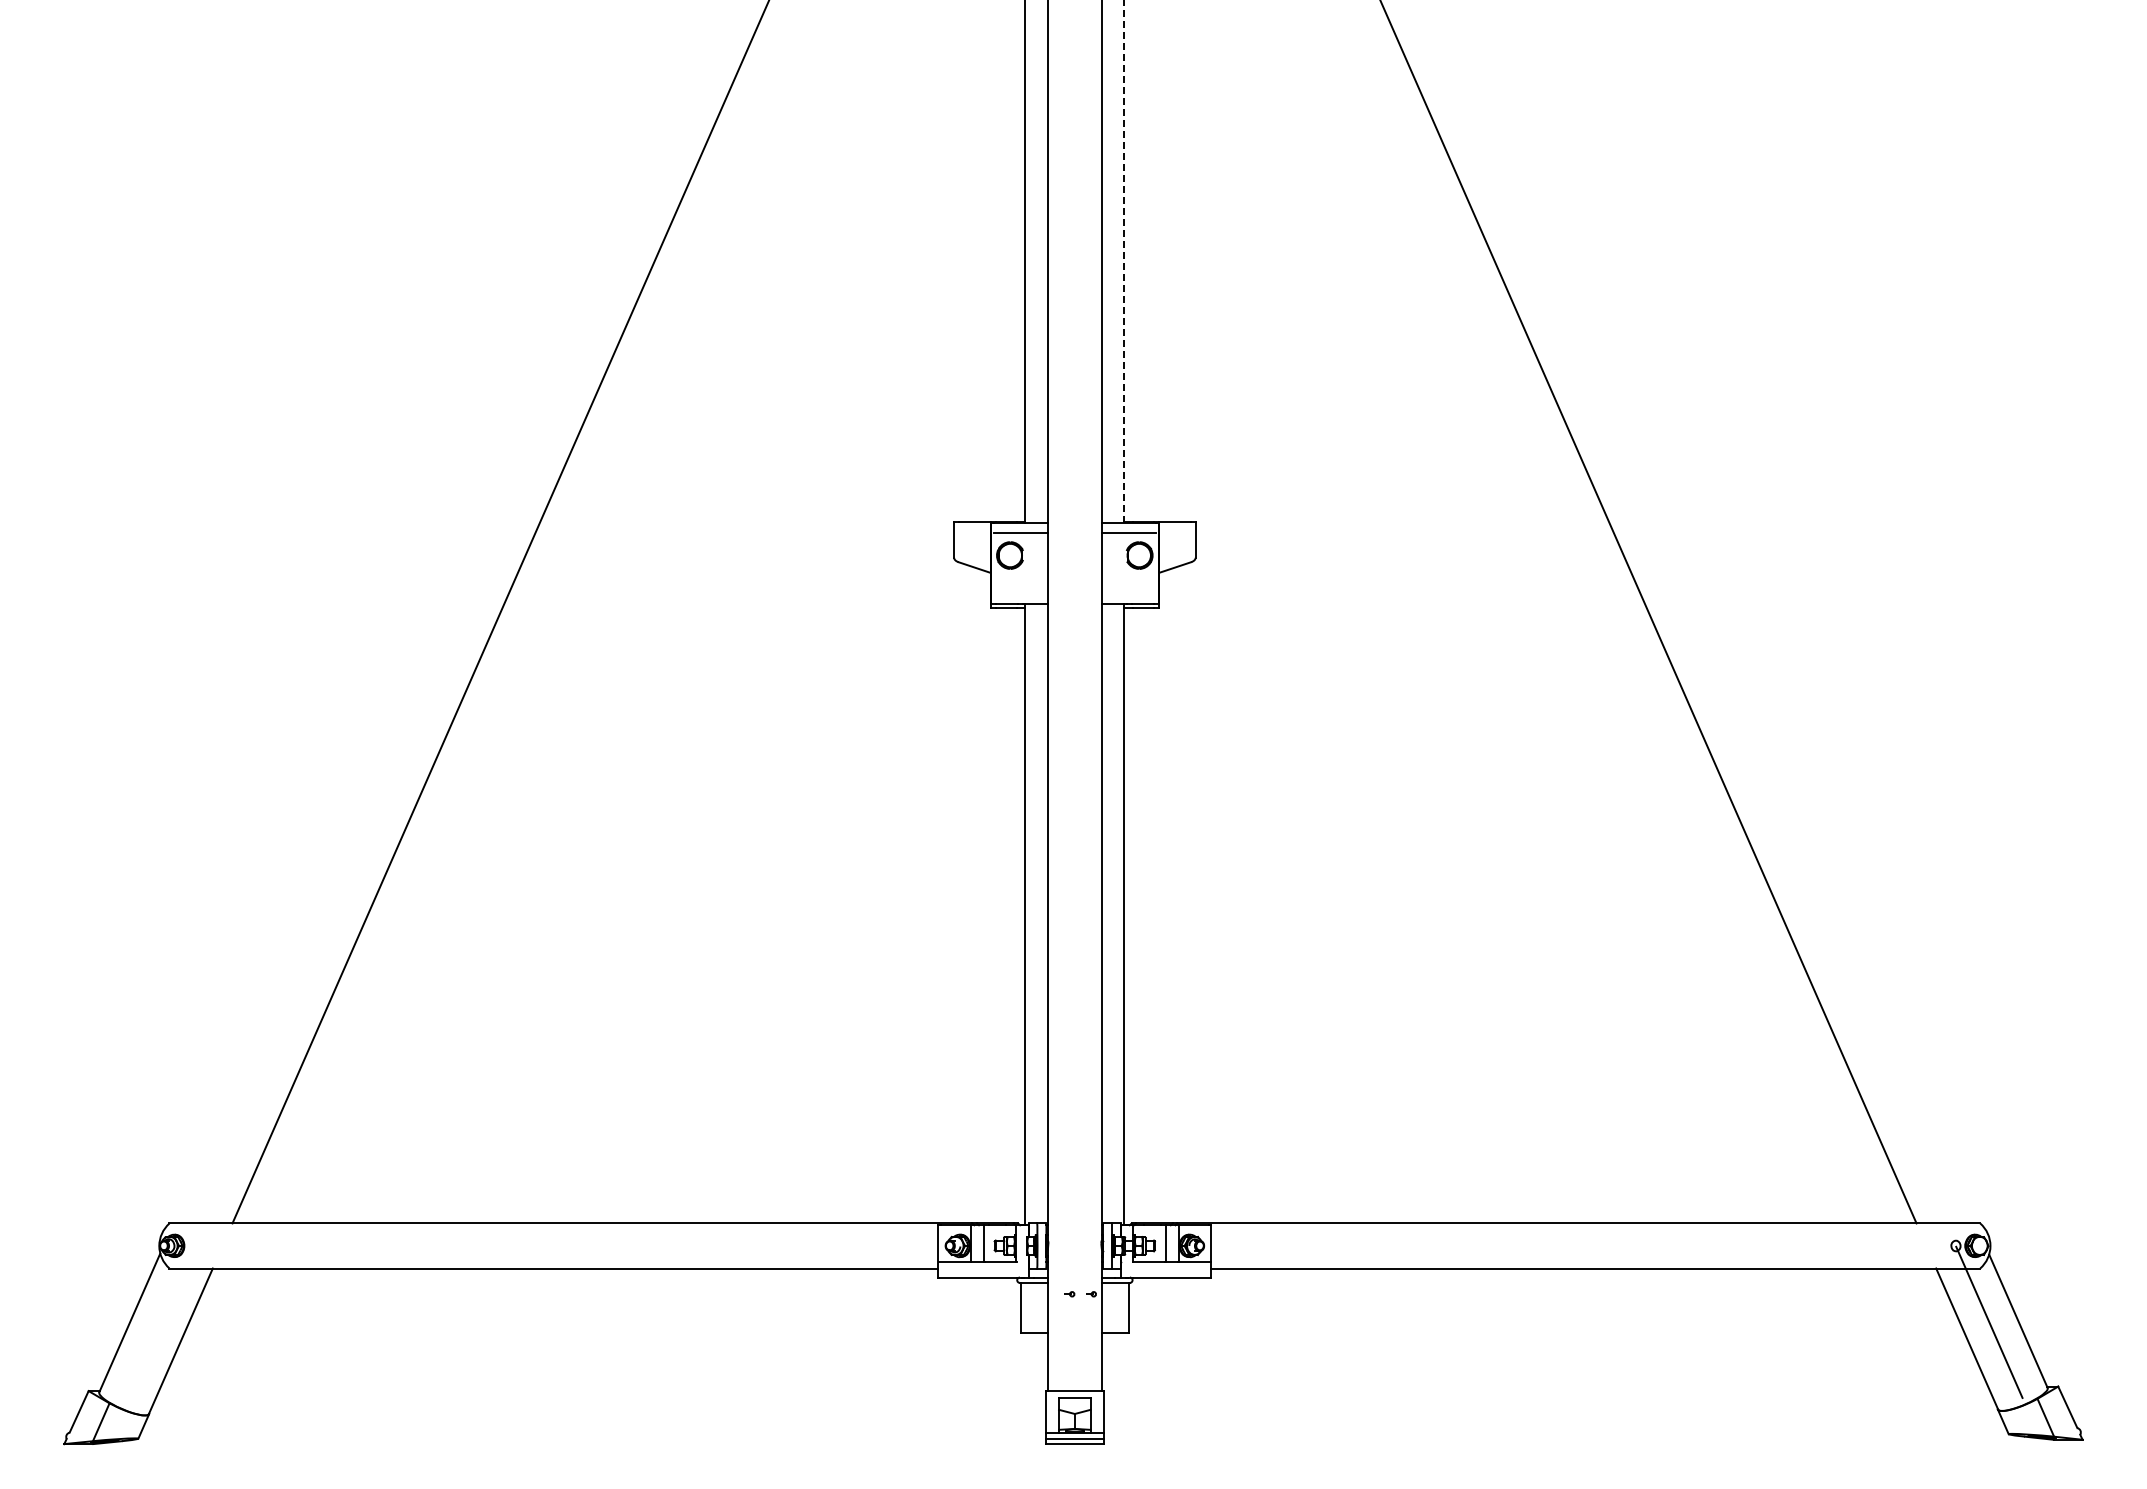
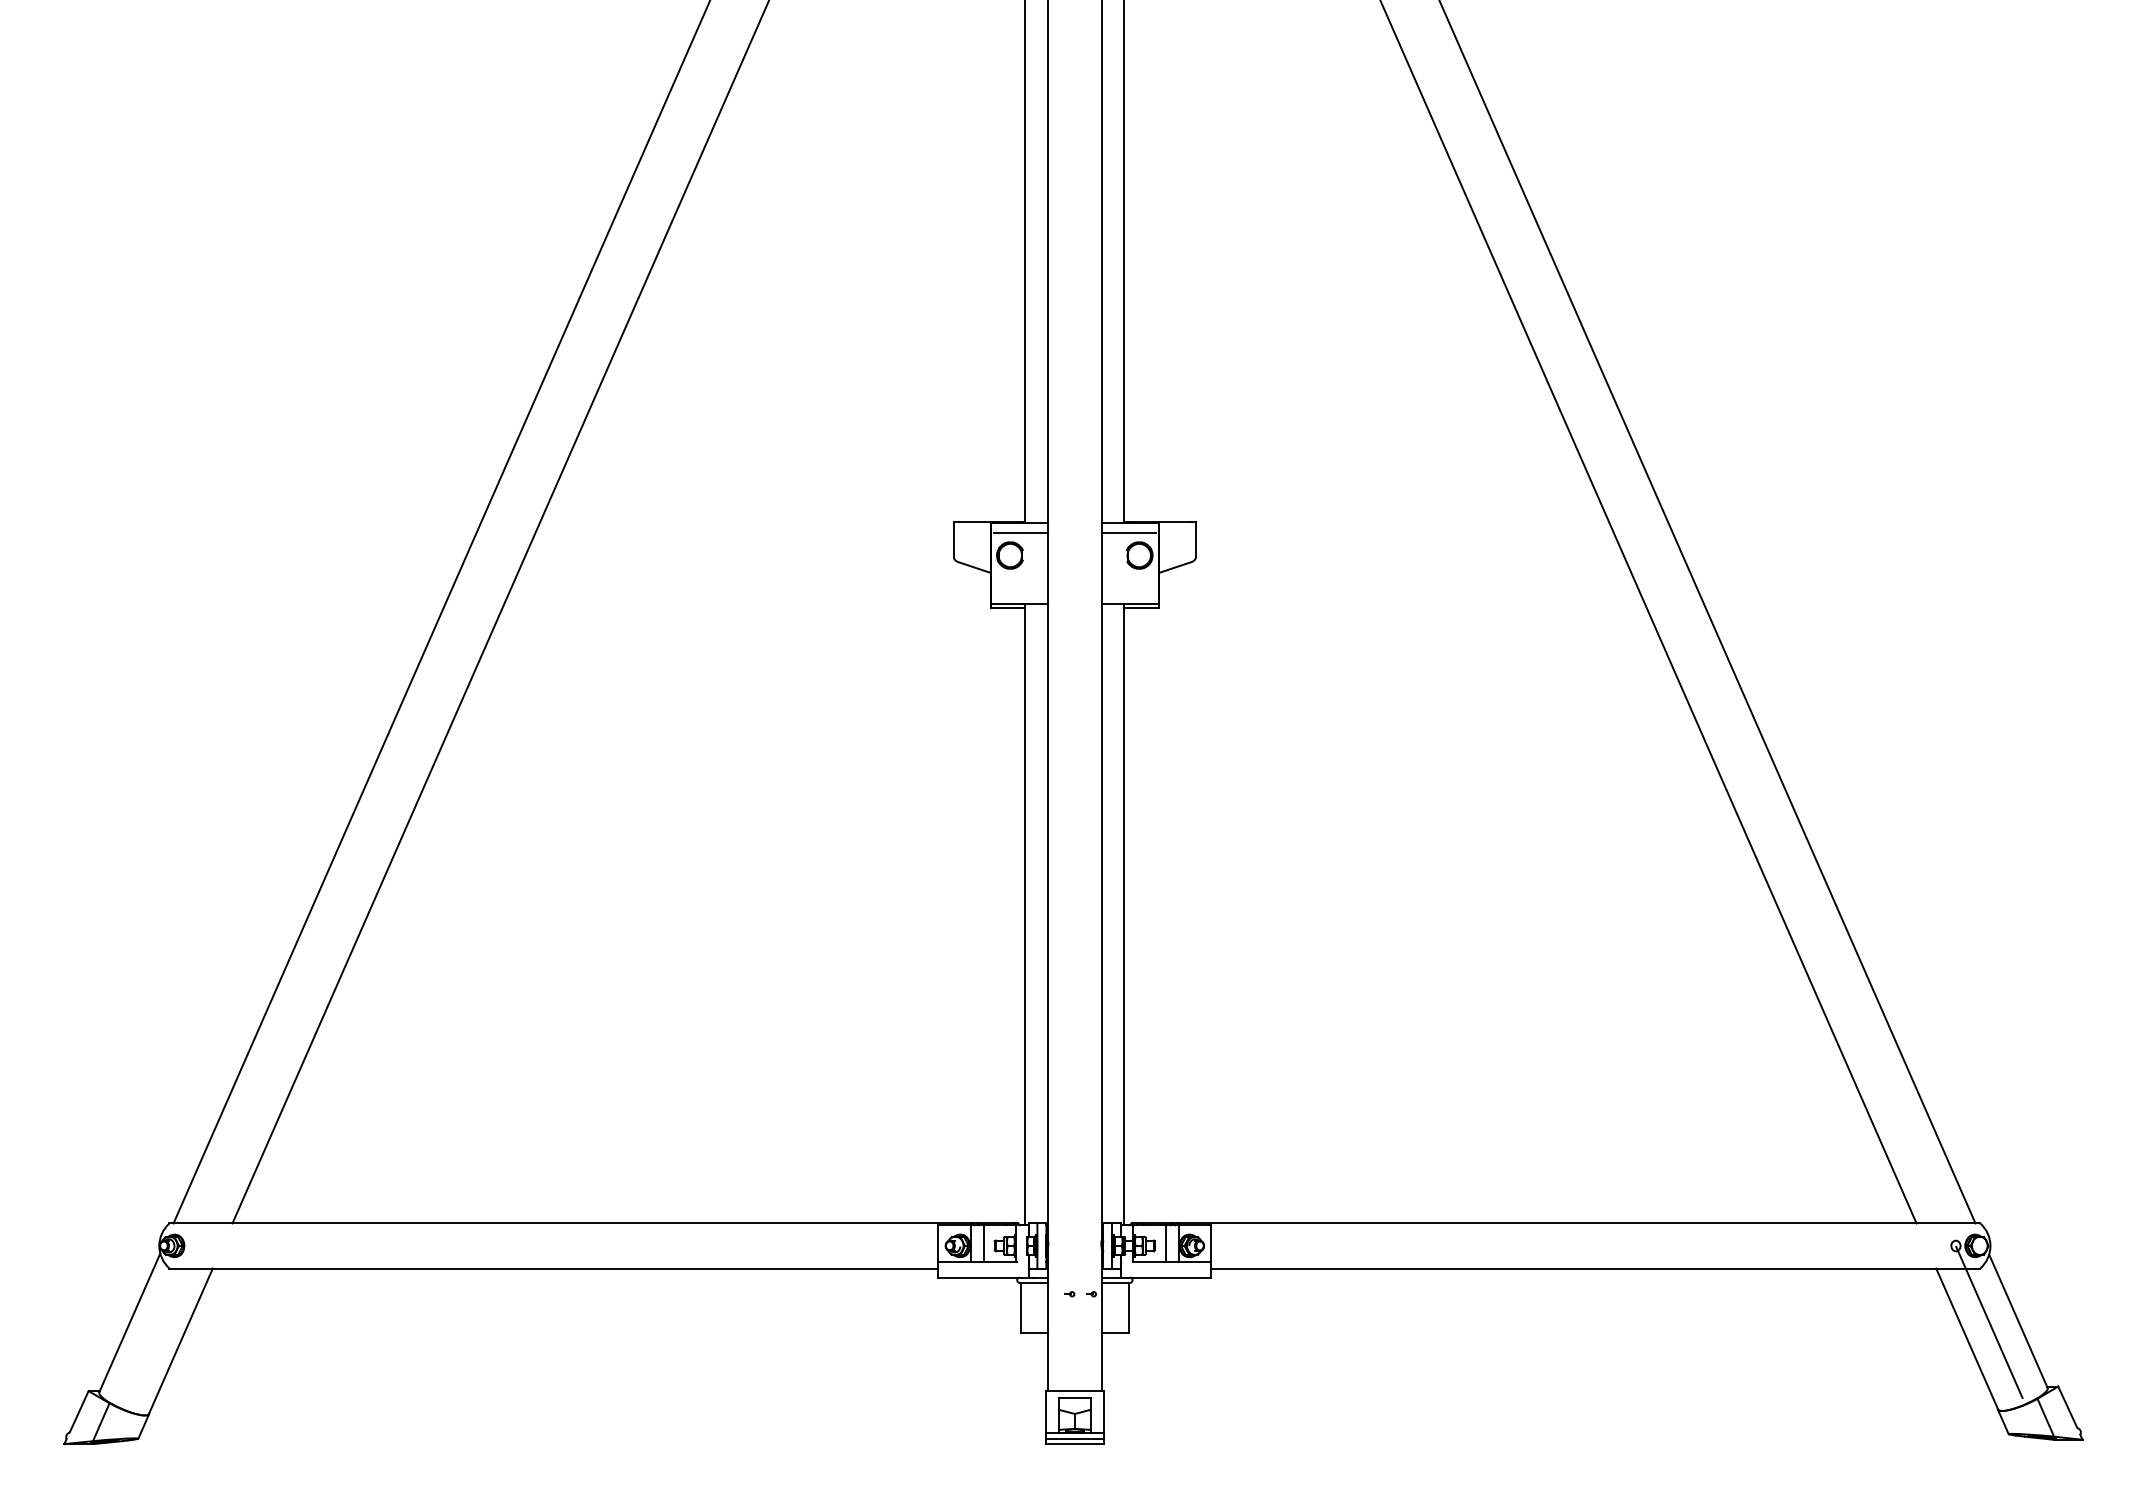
line at (1124, 261): dashed -> solid
line at (441, 612): none -> present
line at (1707, 612): none -> present
